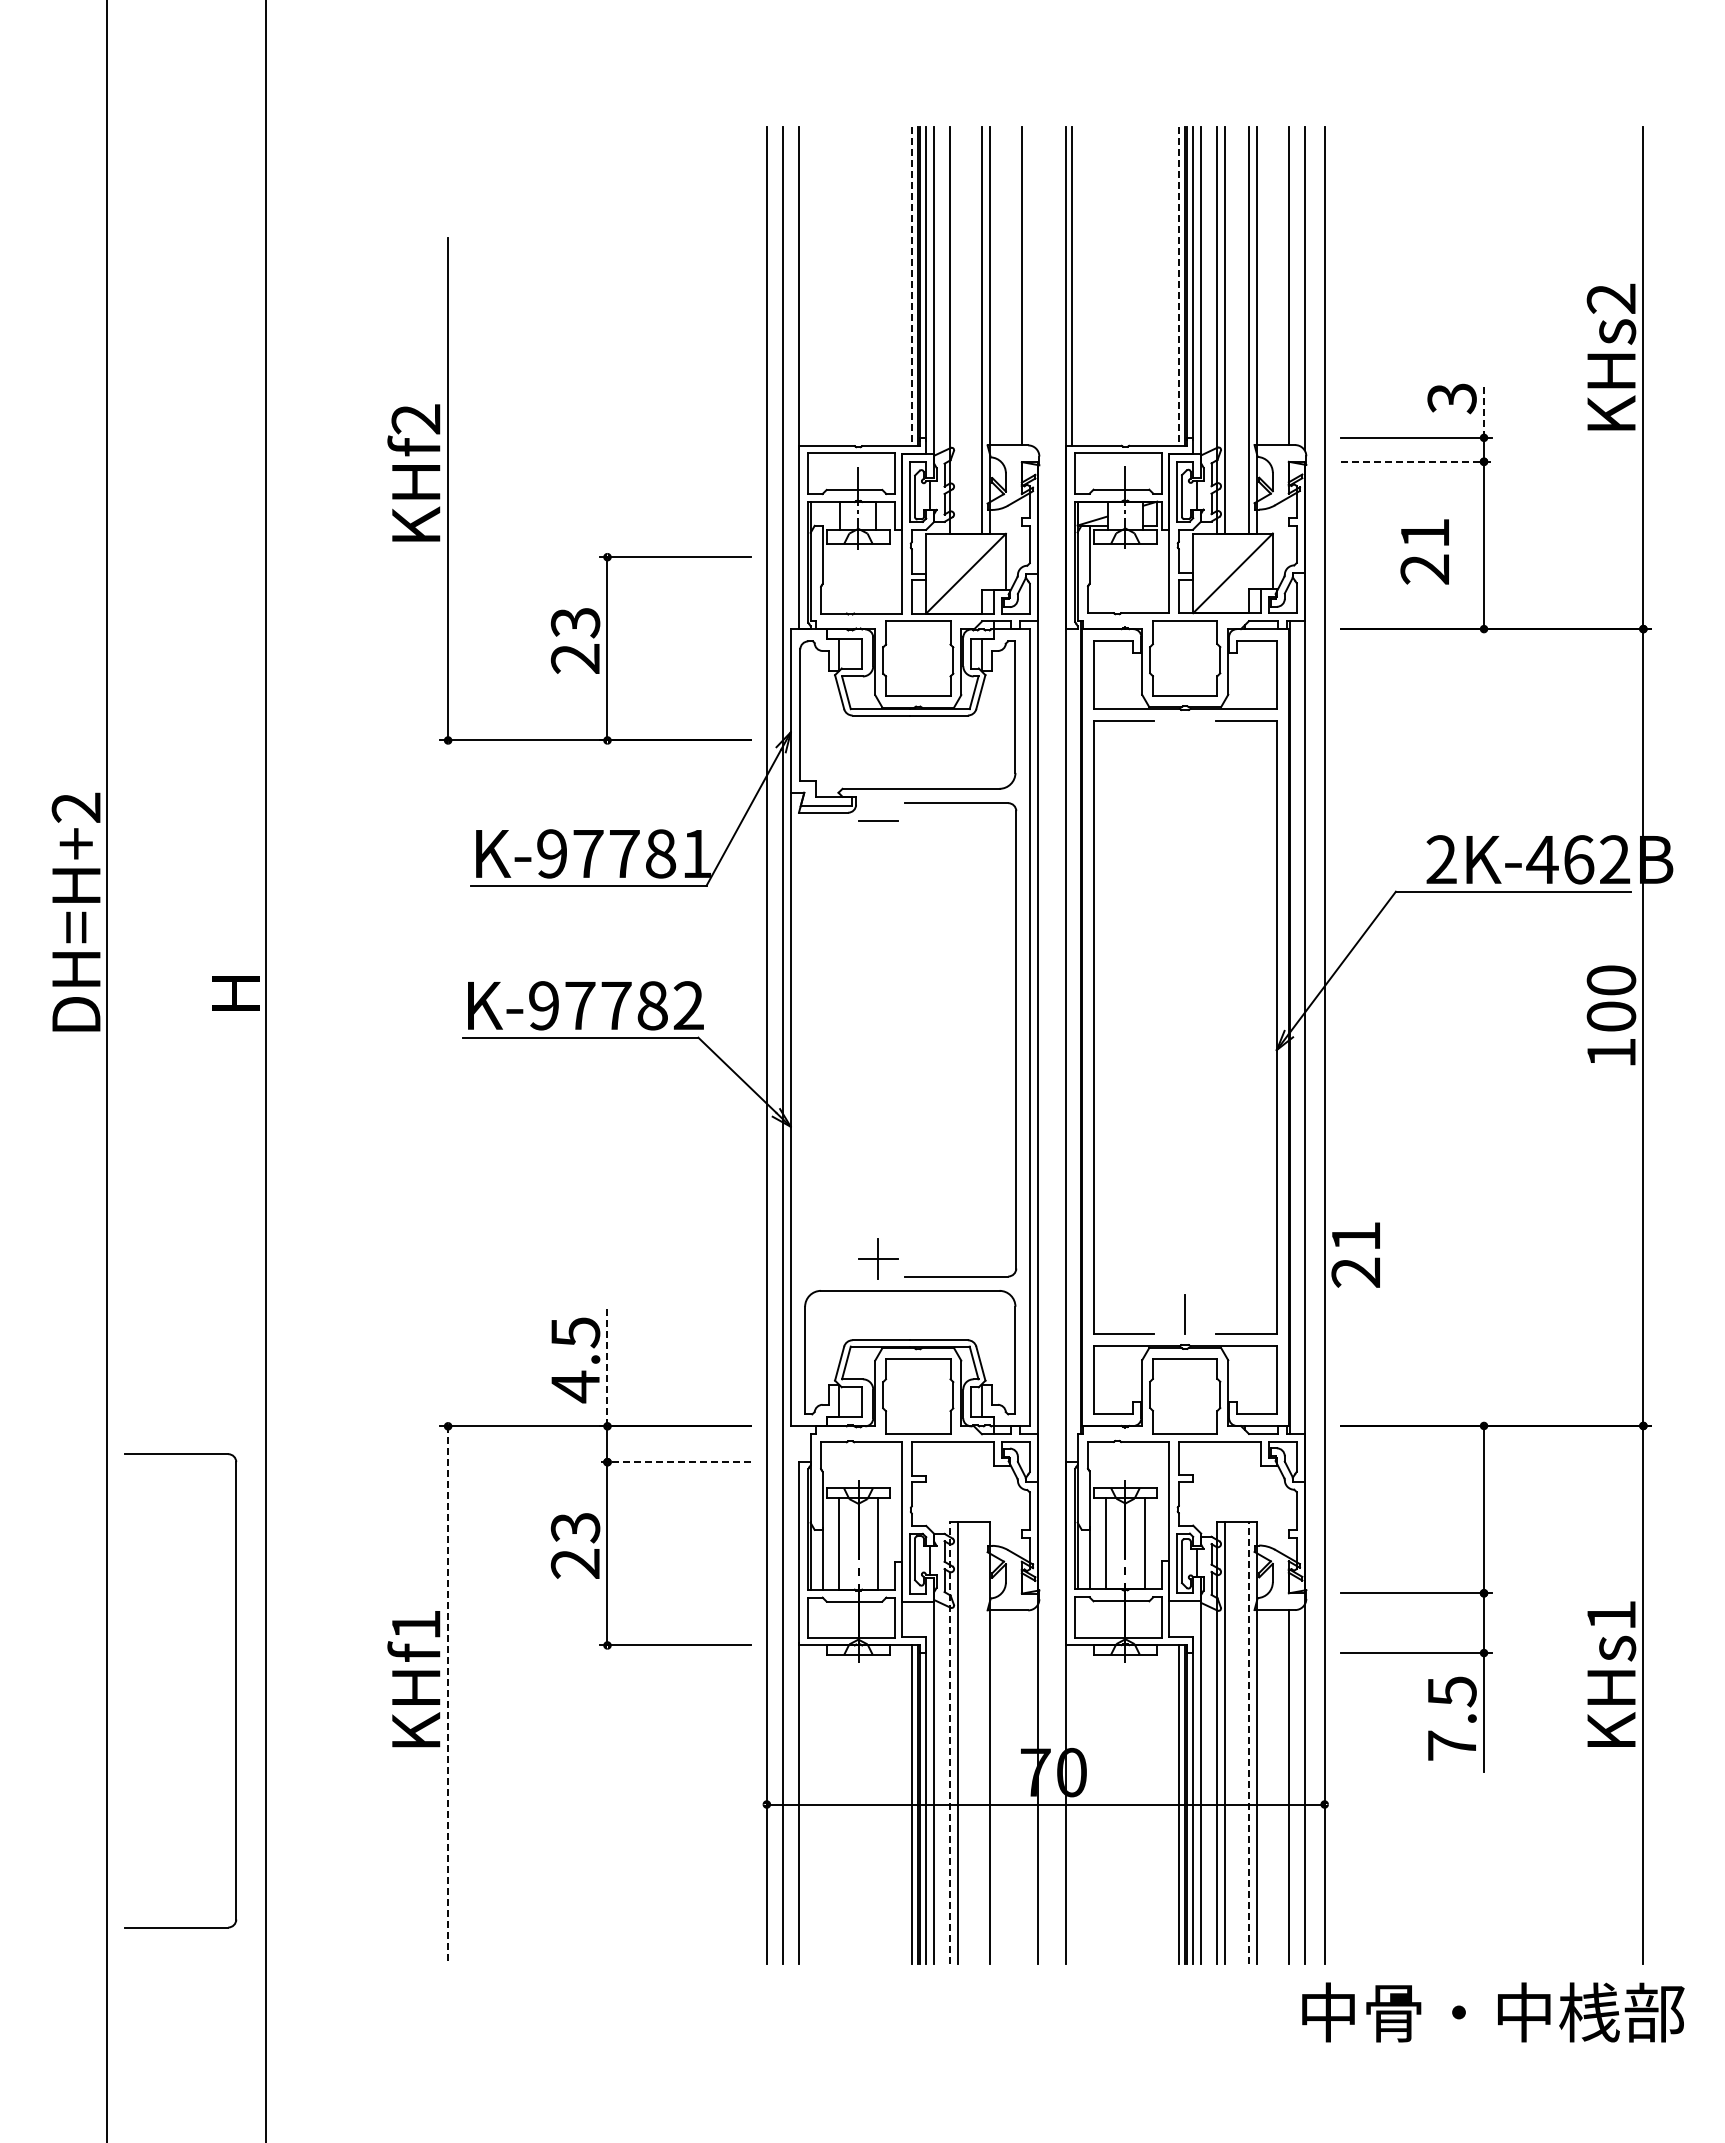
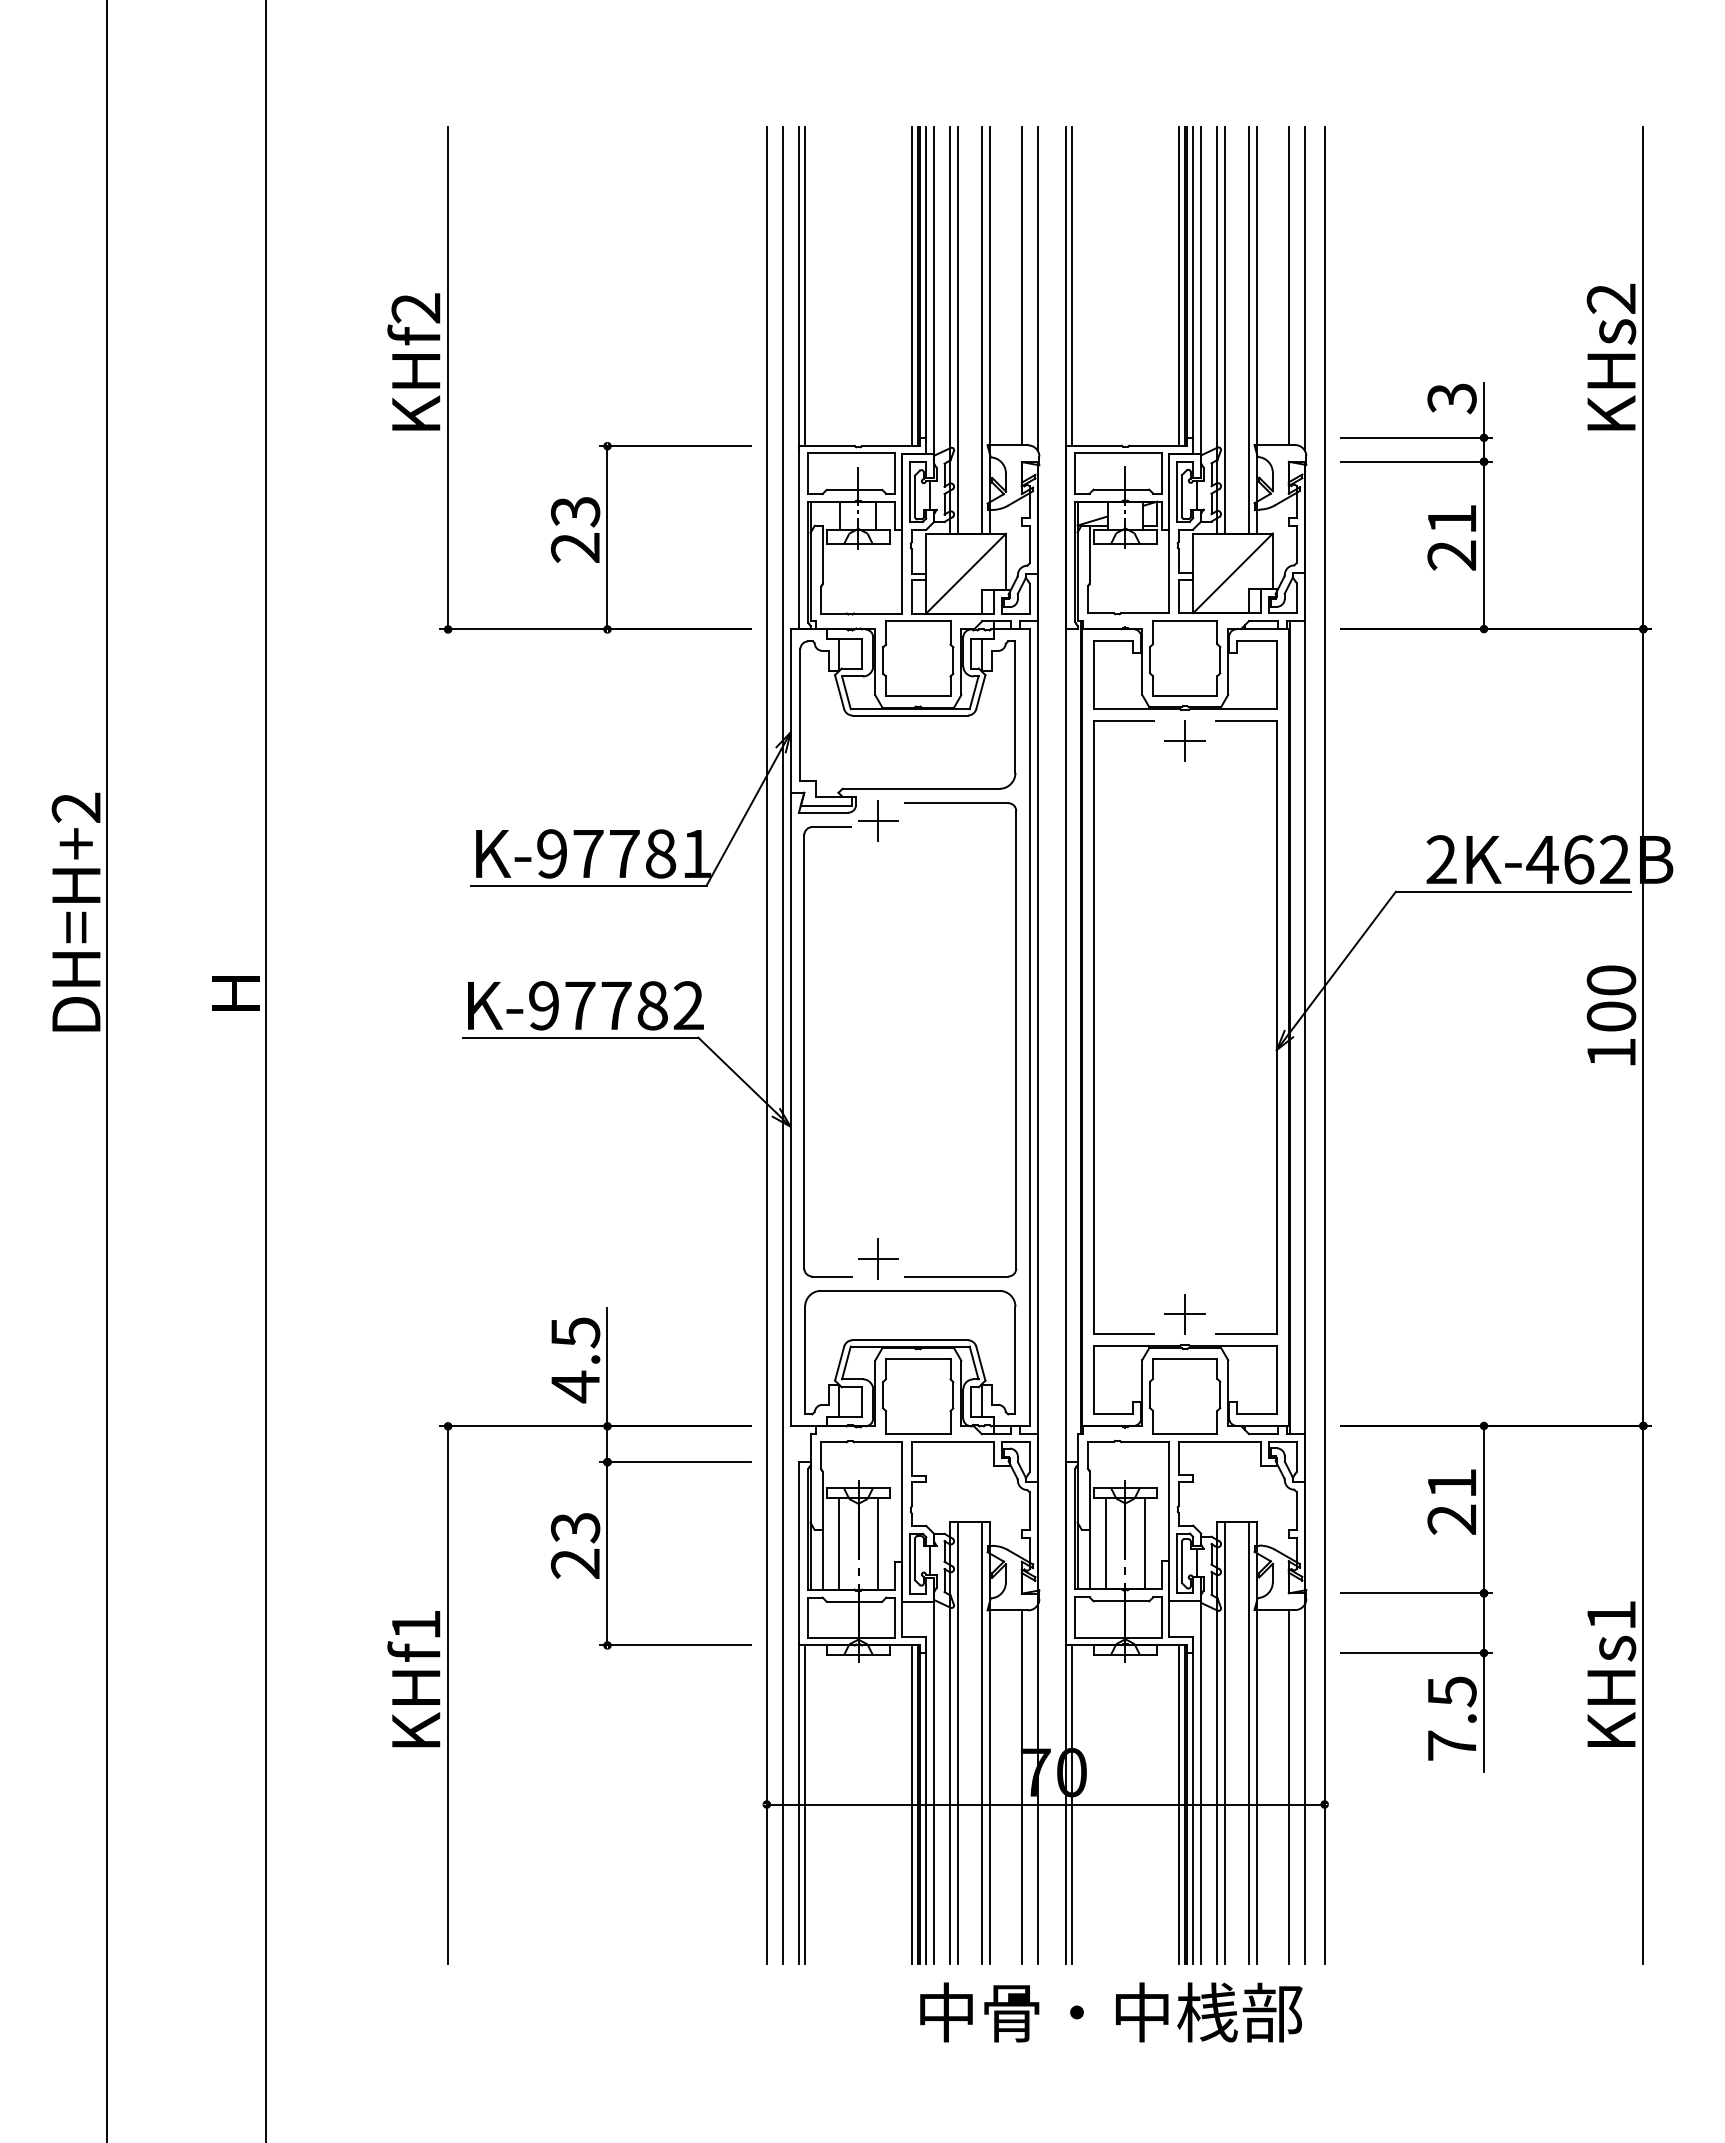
line at (805, 286): none -> present
line at (911, 287): dashed -> solid
line at (1178, 287): dashed -> solid
line at (1037, 288): none -> present
line at (958, 330): none -> present
line at (1484, 409): dashed -> solid
line at (1416, 461): dashed -> solid
text at (1424, 551) position: (1424, 551) -> (1451, 537)
part at (599, 556) position: (599, 556) -> (599, 445)
part at (1184, 740): none -> present
line at (878, 820): none -> present
part at (804, 1051): none -> present
text at (1355, 1254) position: (1355, 1254) -> (1451, 1501)
line at (1185, 1314): none -> present
line at (607, 1366): dashed -> solid
line at (675, 1462): dashed -> solid
part at (235, 1690): present -> none
line at (448, 1695): dashed -> solid
line at (950, 1742): dashed -> solid
line at (982, 1742): none -> present
line at (1248, 1742): dashed -> solid
line at (1021, 1786): none -> present
line at (805, 1804): none -> present
line at (1072, 1804): none -> present
text at (1493, 2012) position: (1493, 2012) -> (1111, 2012)
